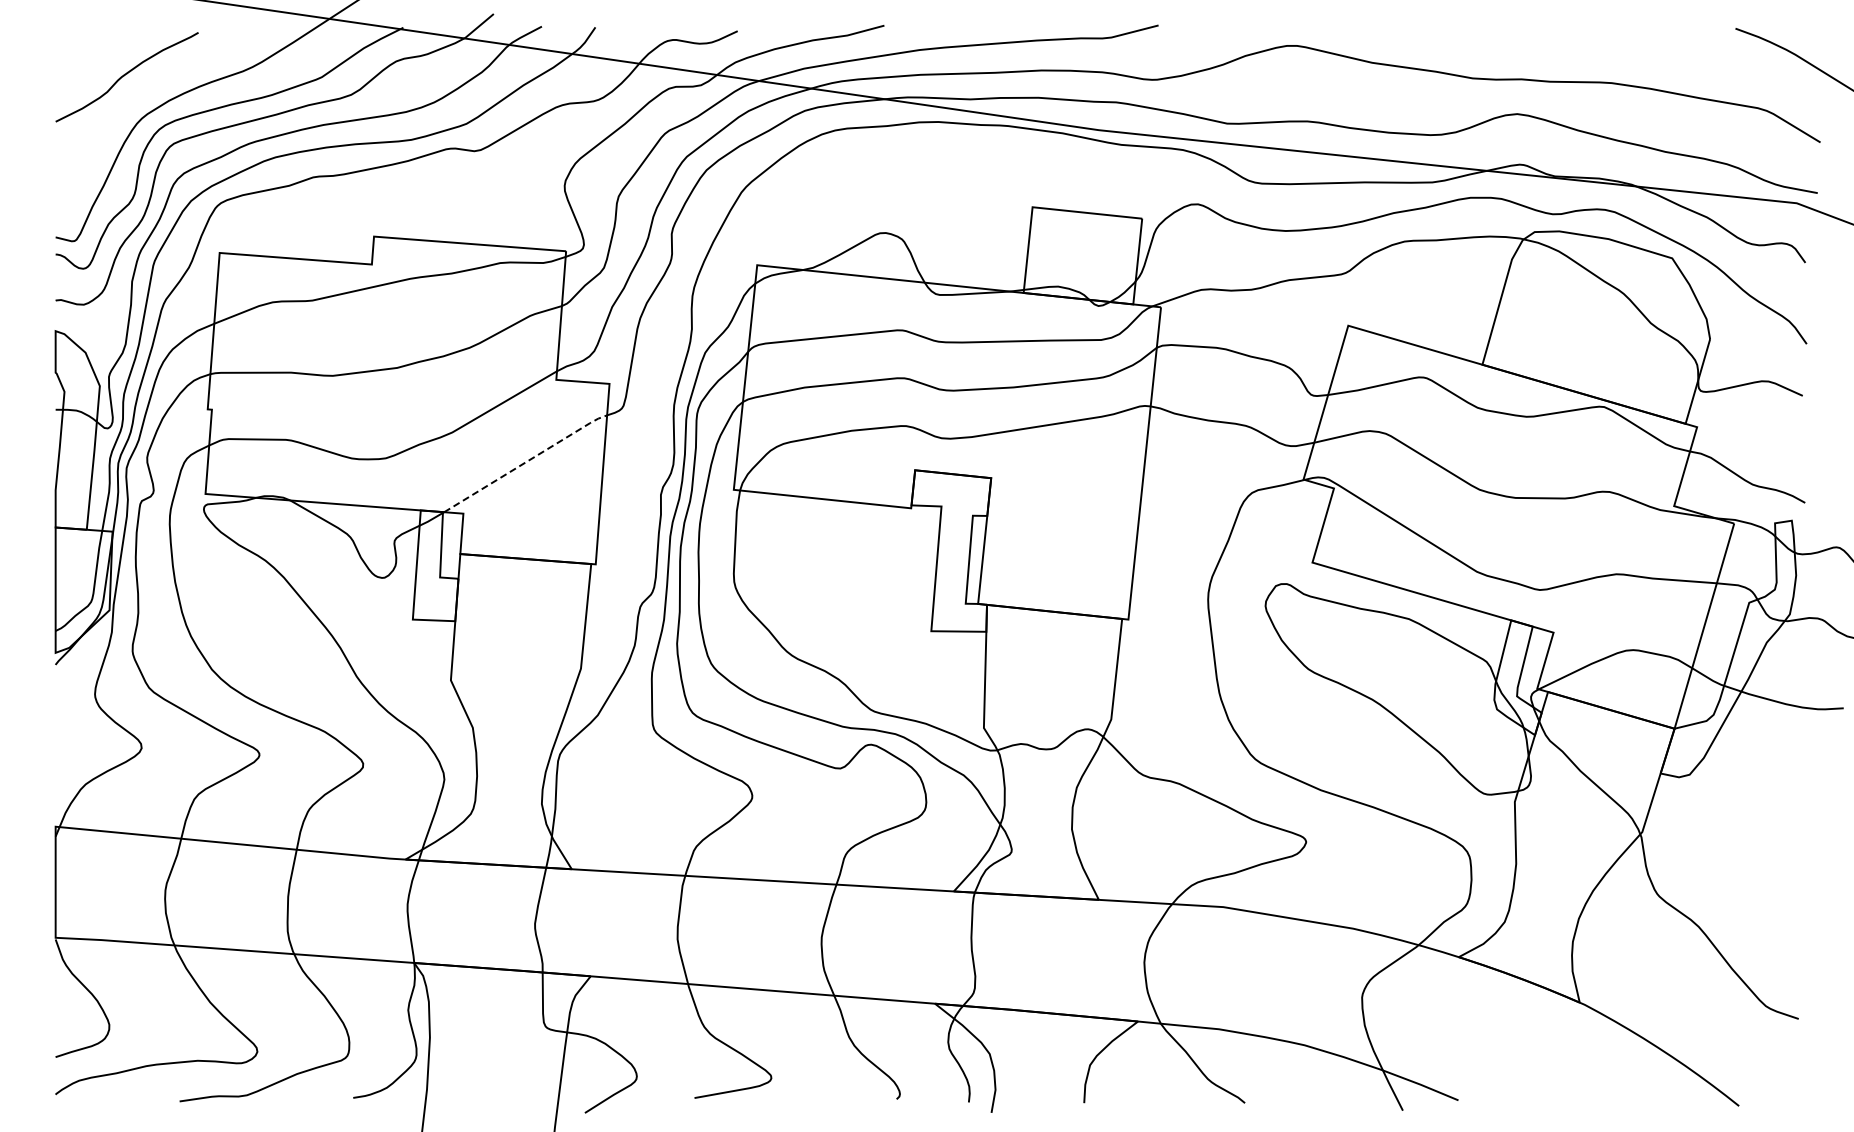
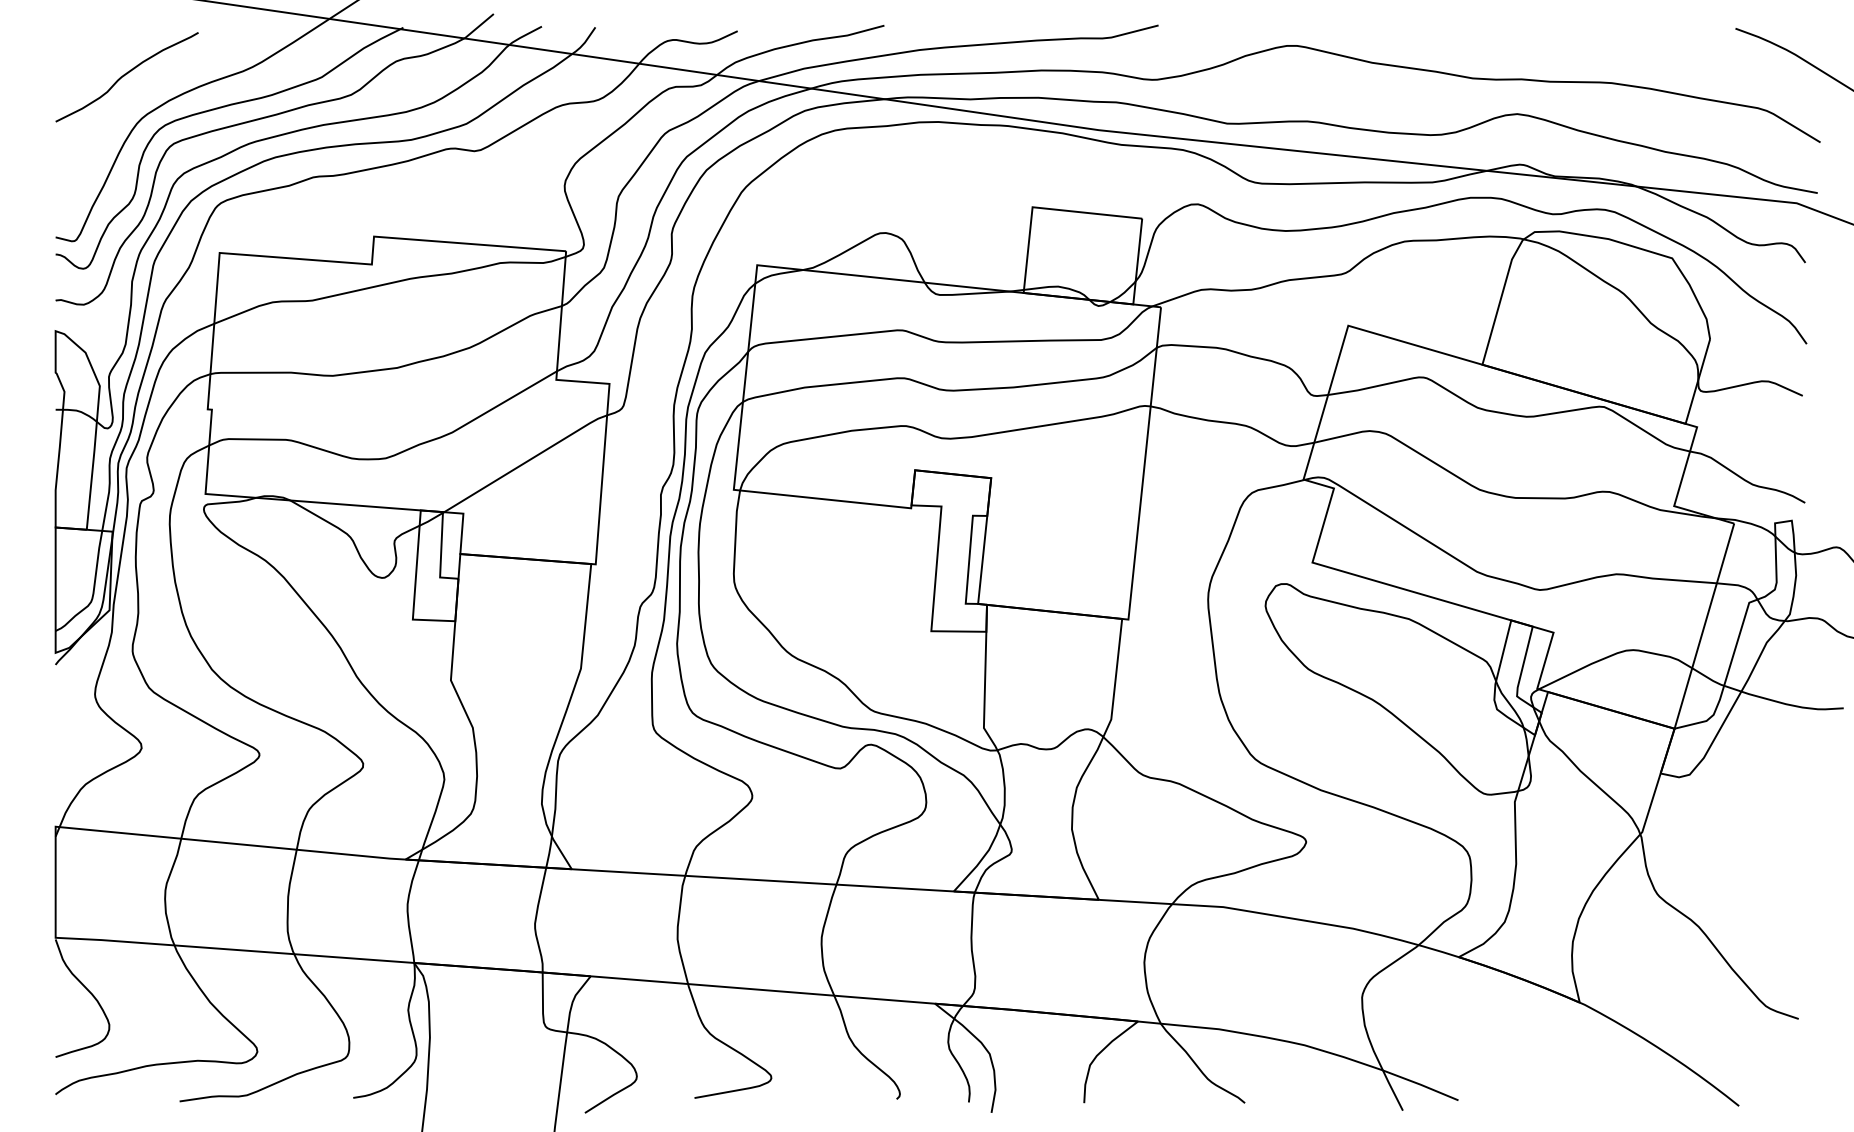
line at (526, 461): dashed -> solid
